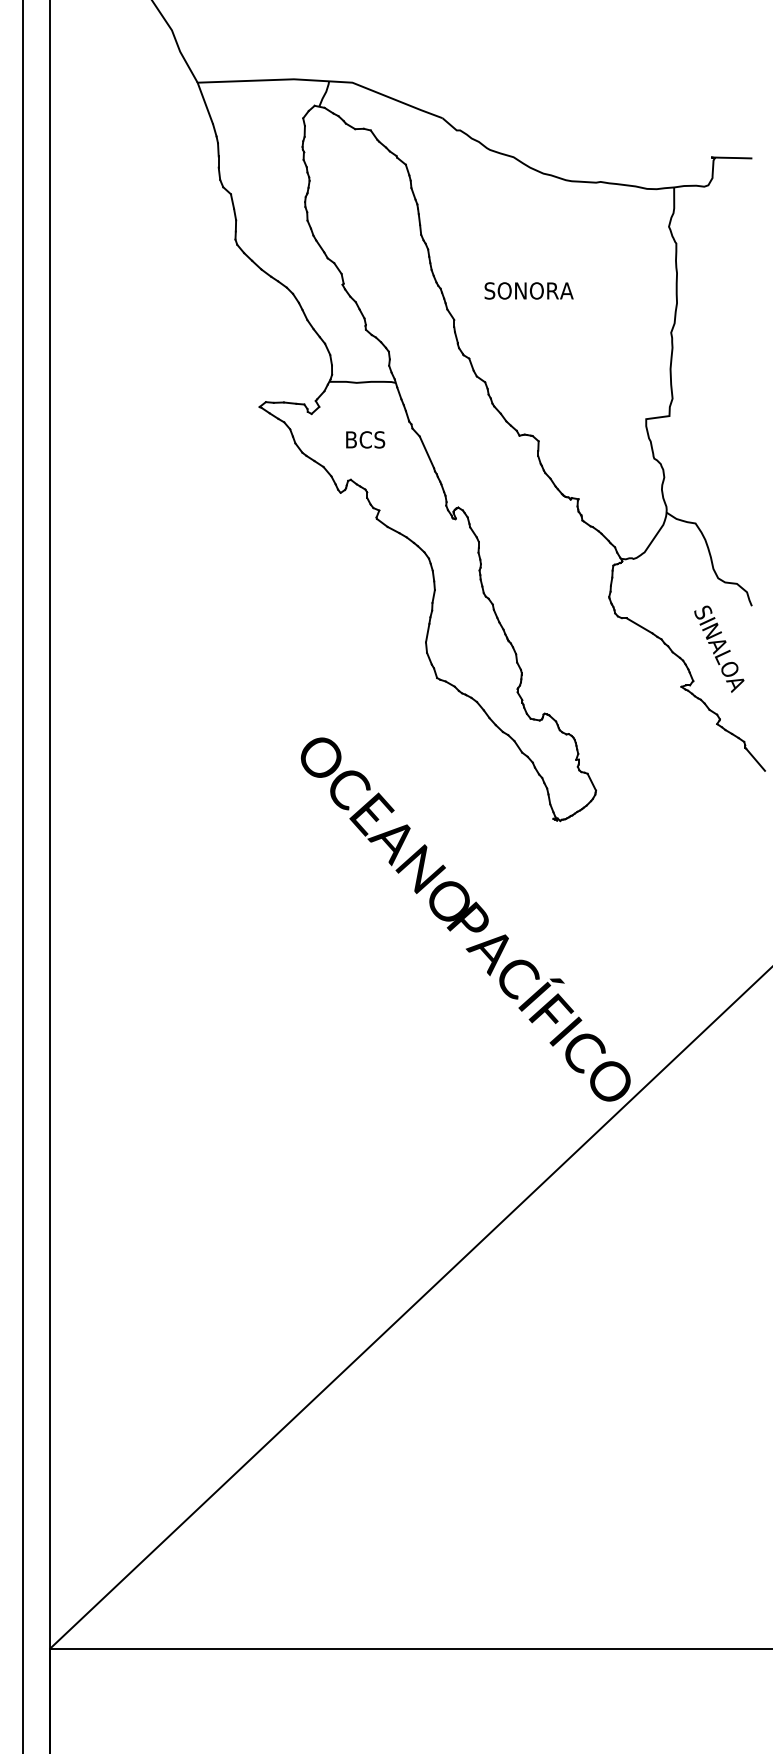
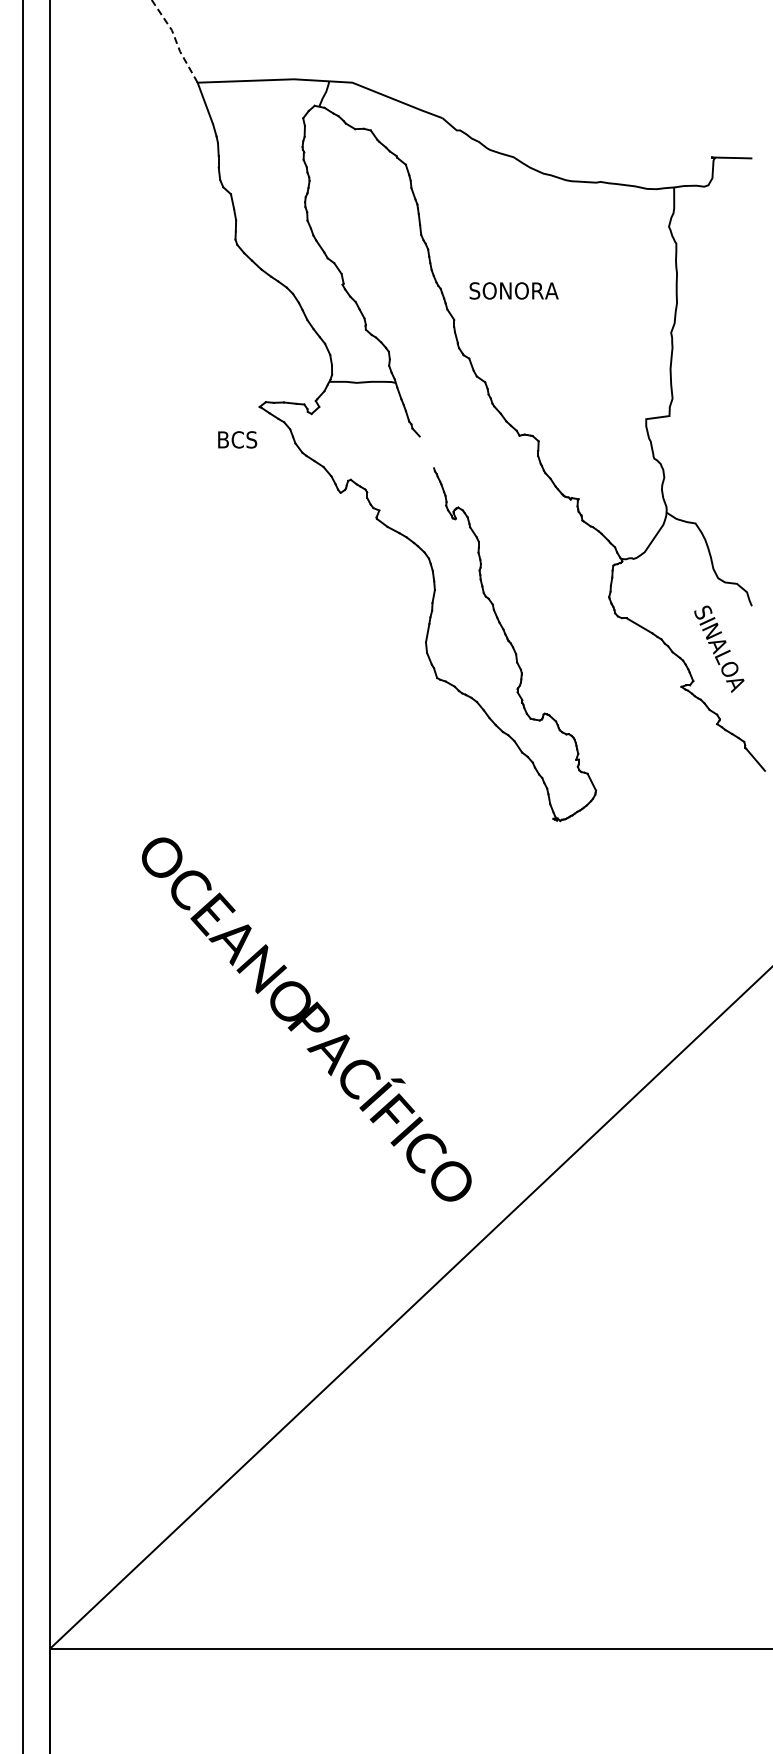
line at (175, 40): solid -> dashed
text at (528, 290) position: (528, 290) -> (513, 290)
text at (365, 439) position: (365, 439) -> (237, 439)
line at (426, 452): present -> none
text at (465, 919) position: (465, 919) -> (306, 1019)
